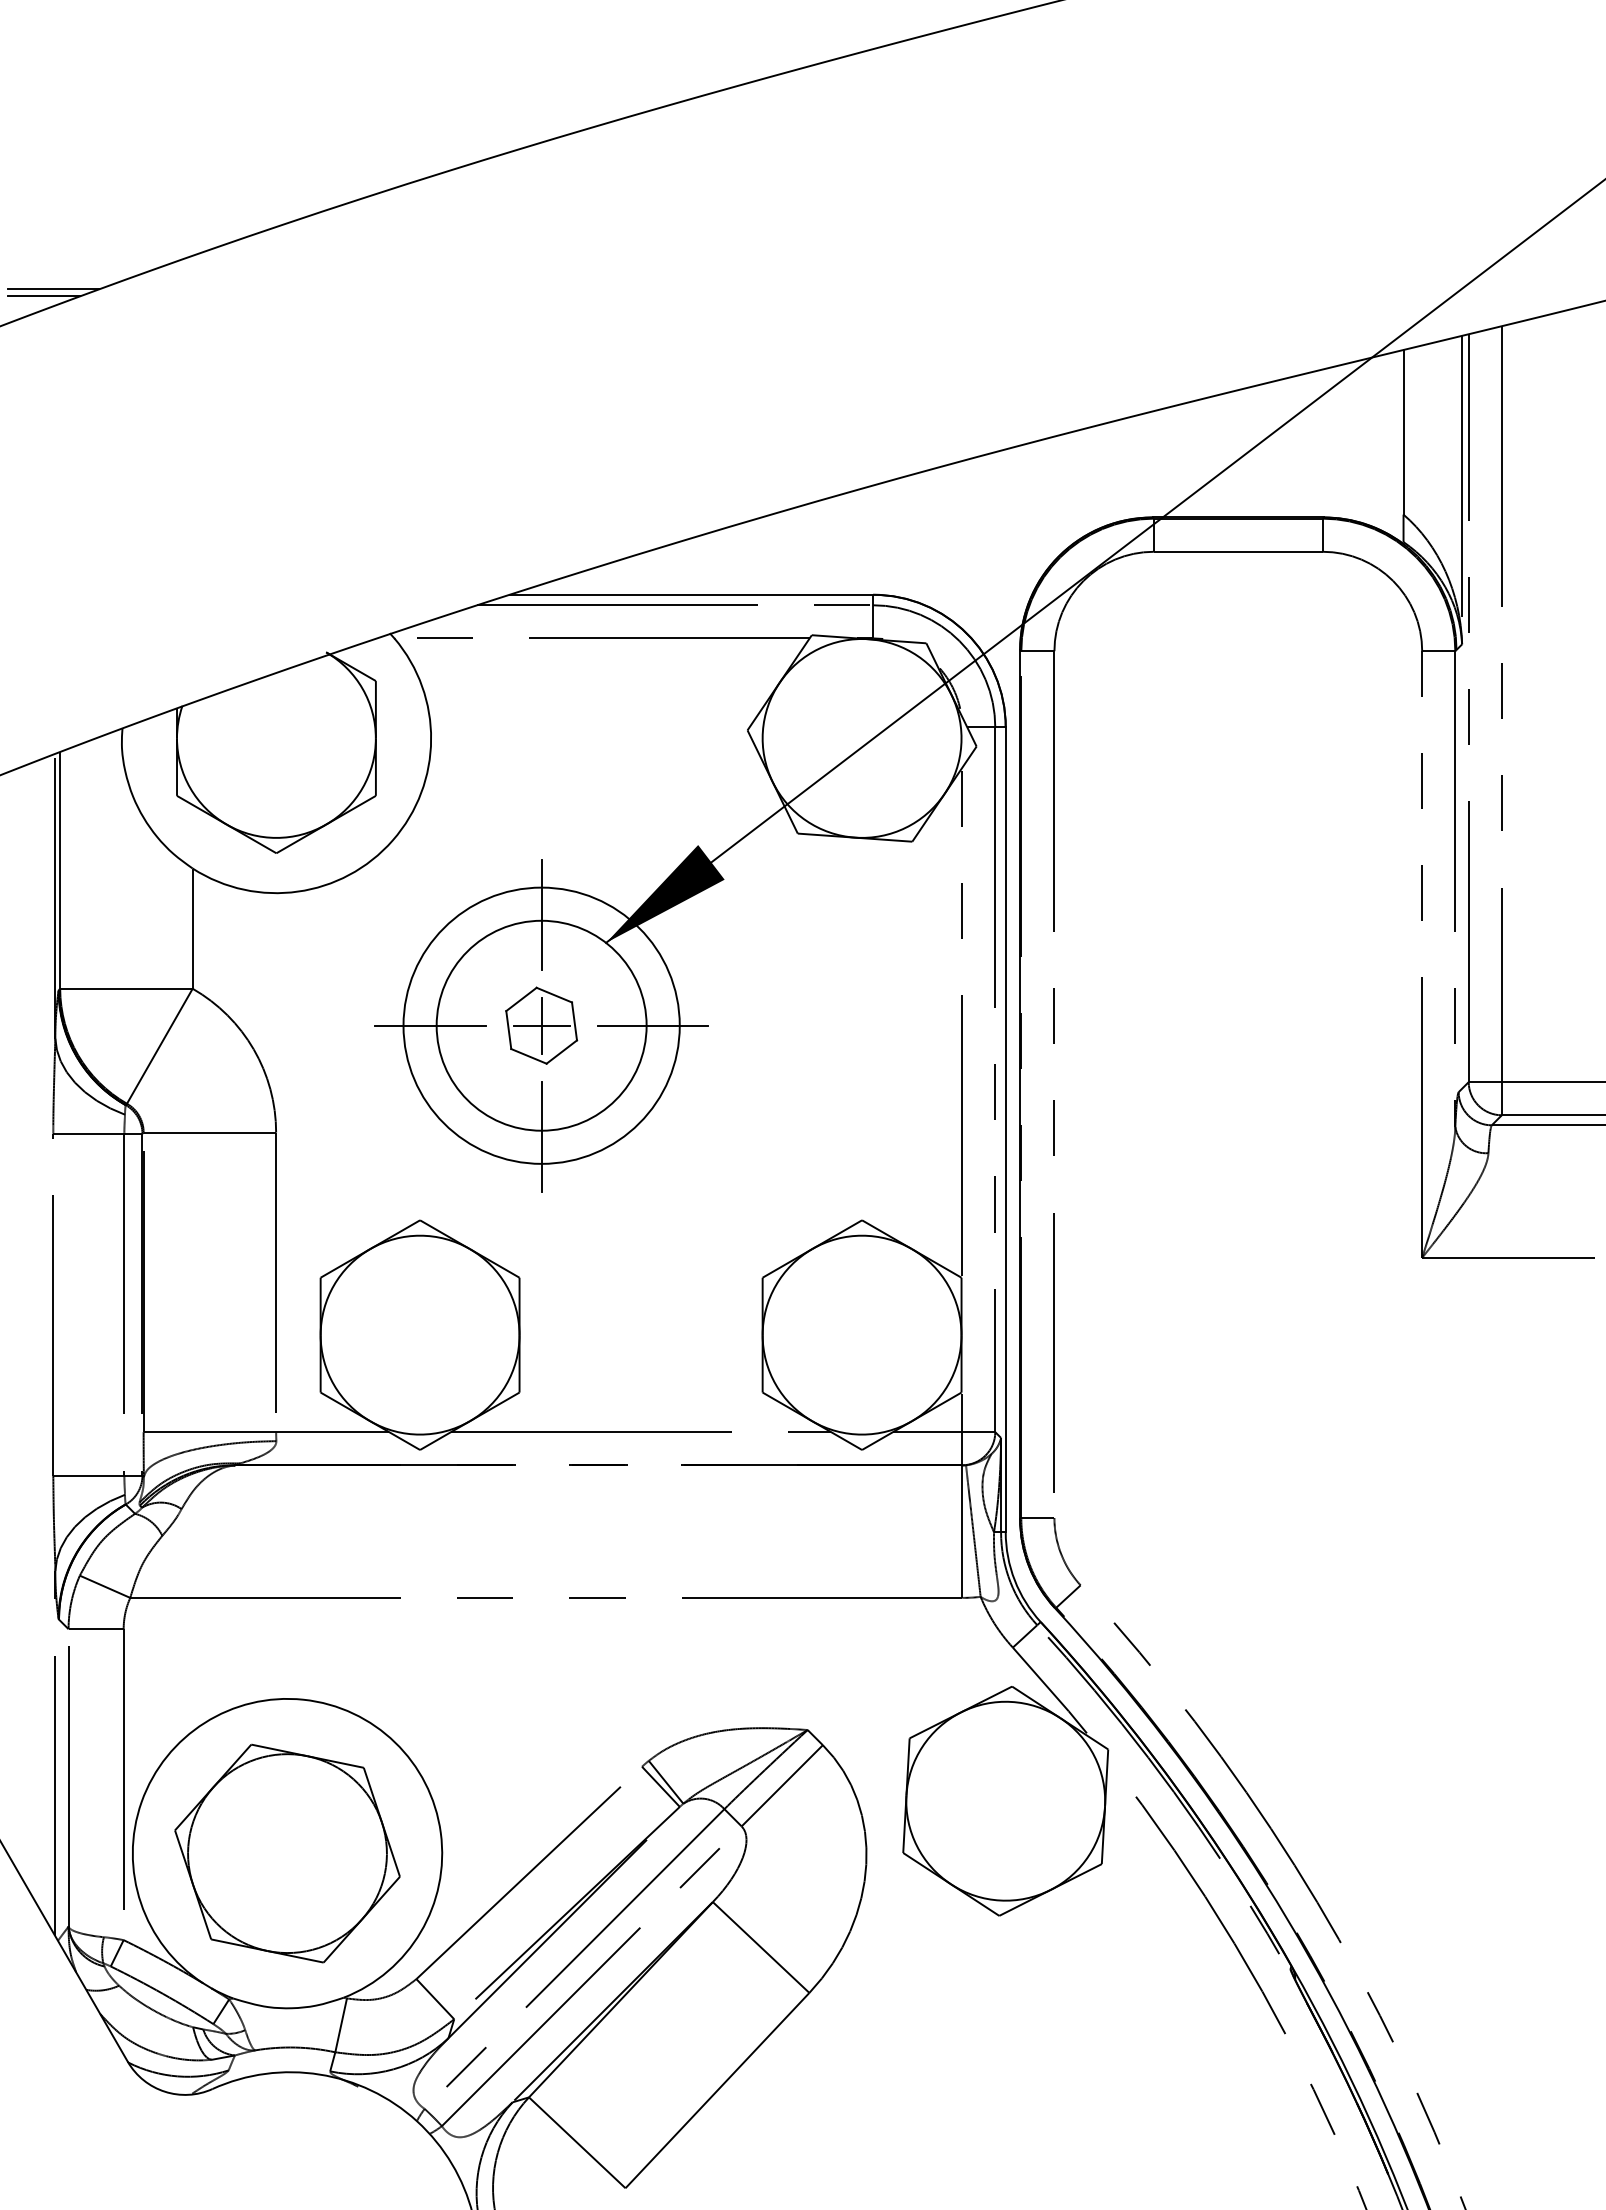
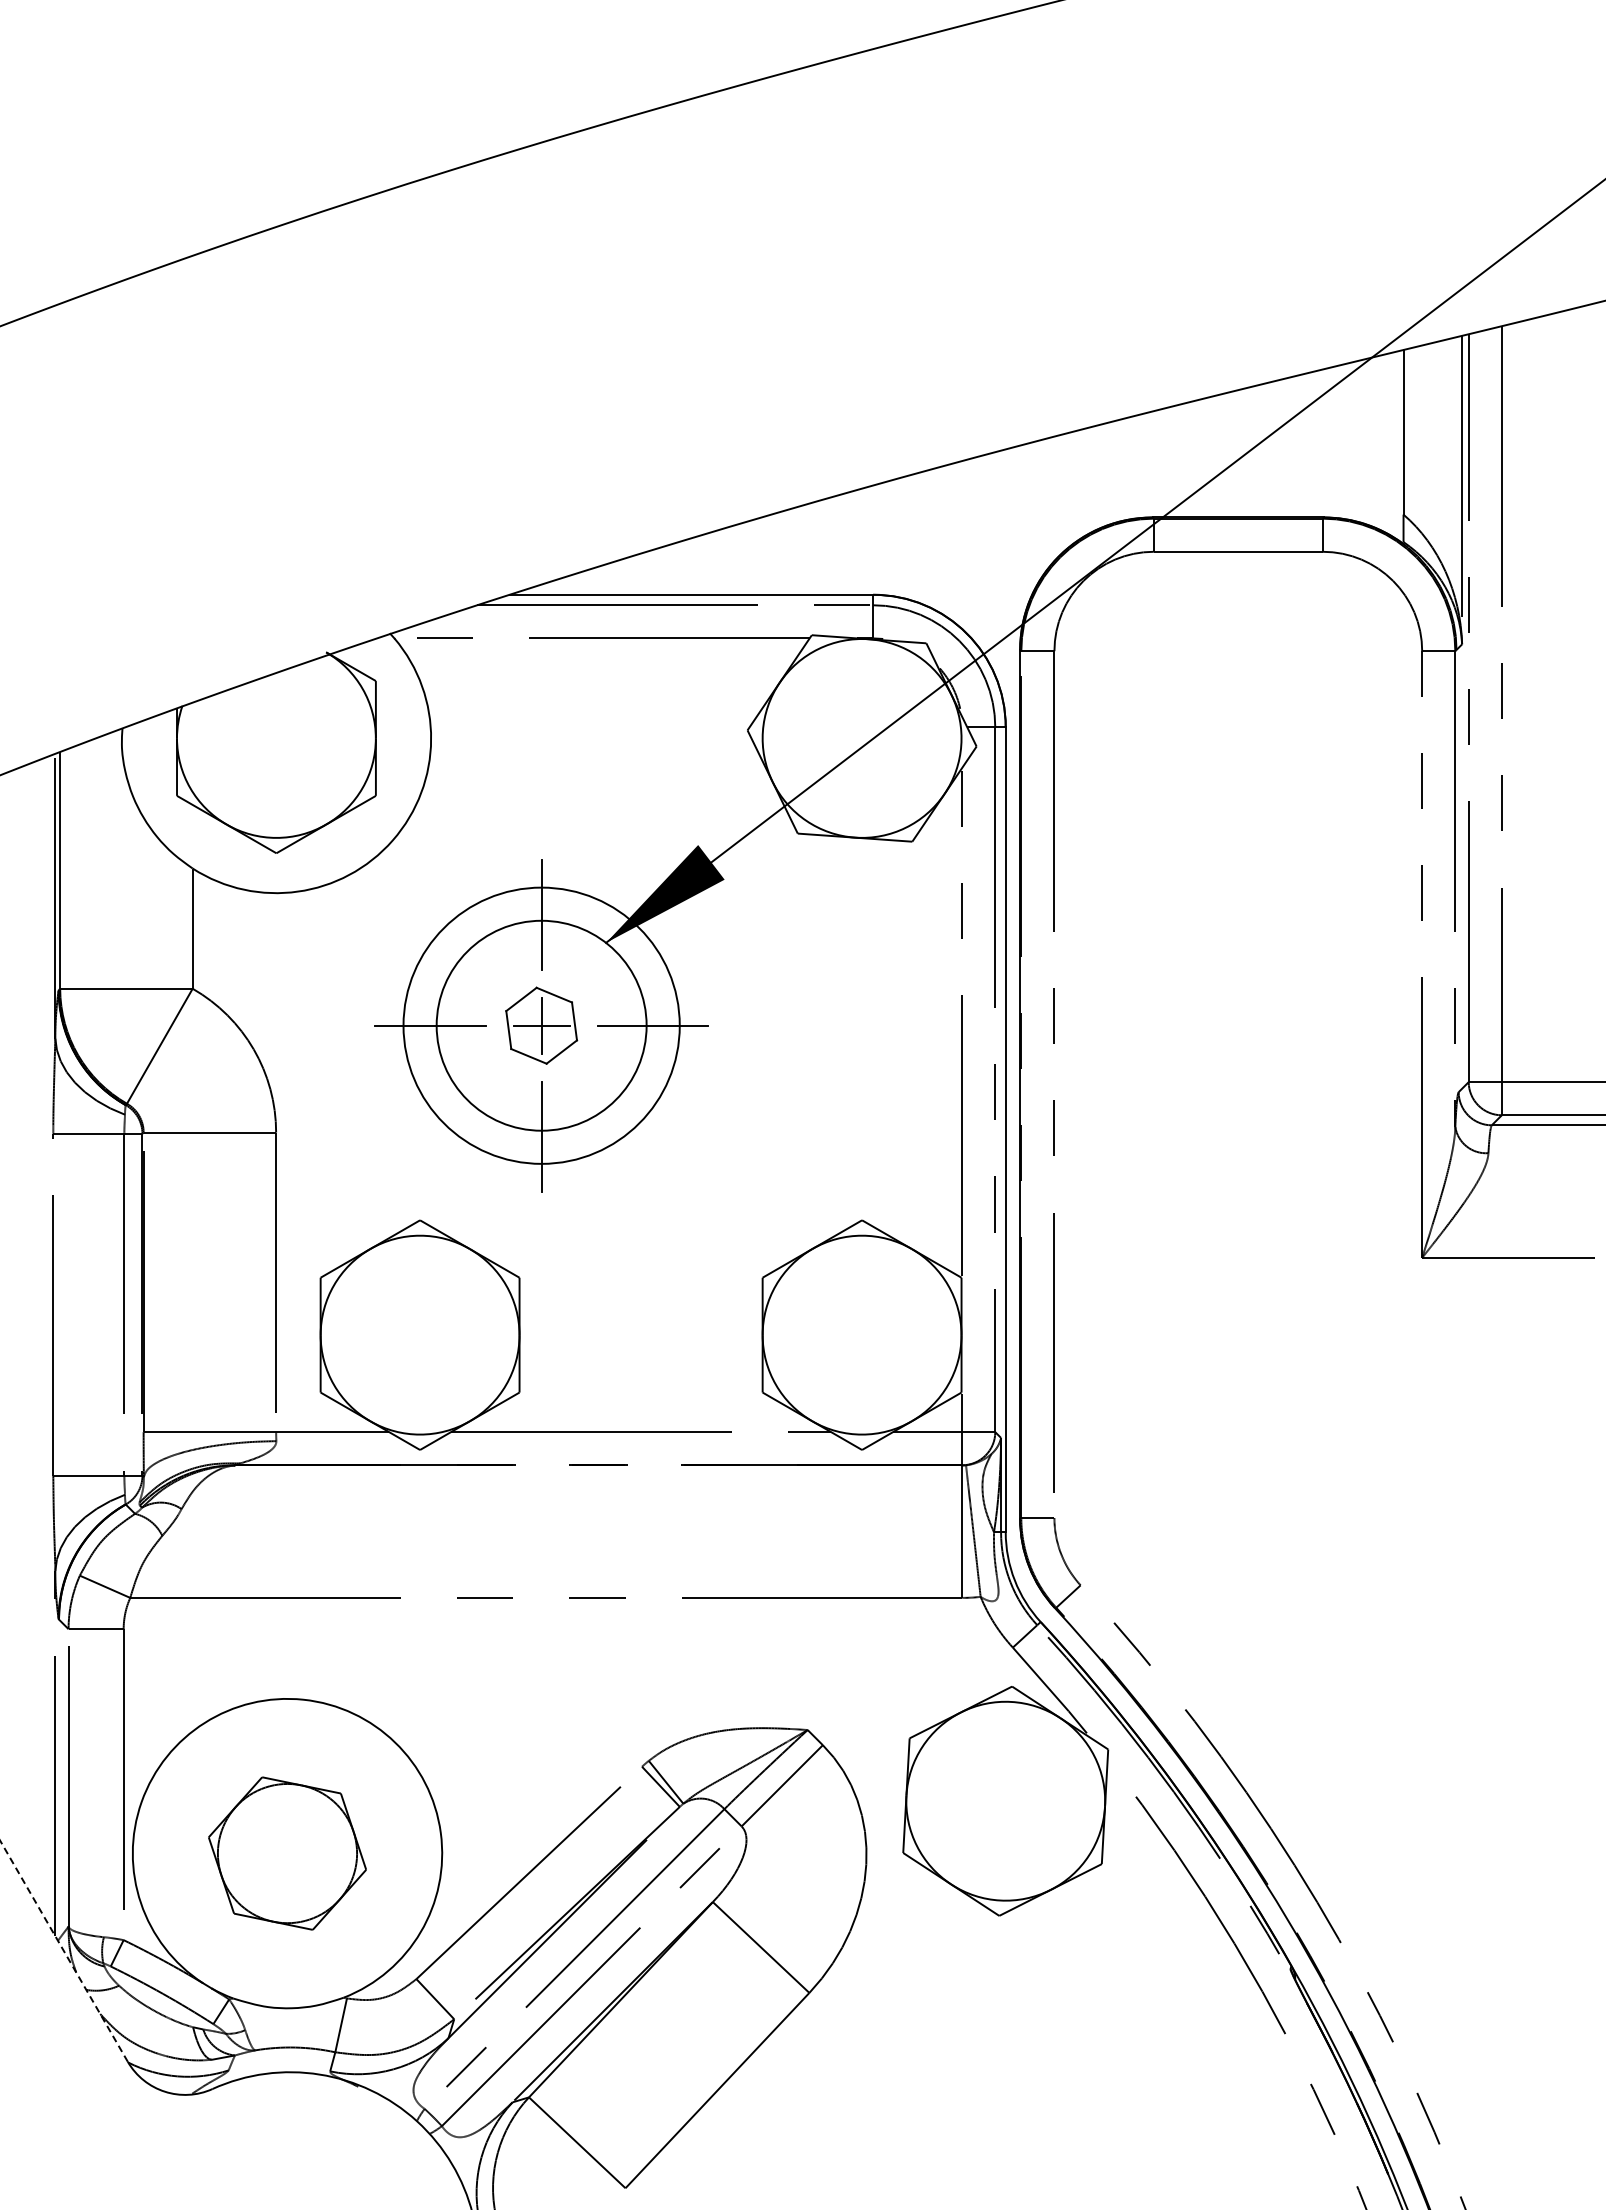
line at (52, 289): present -> none
line at (43, 296): present -> none
part at (287, 1853) size: 227x221 px -> 159x155 px
line at (63, 1951): solid -> dashed
